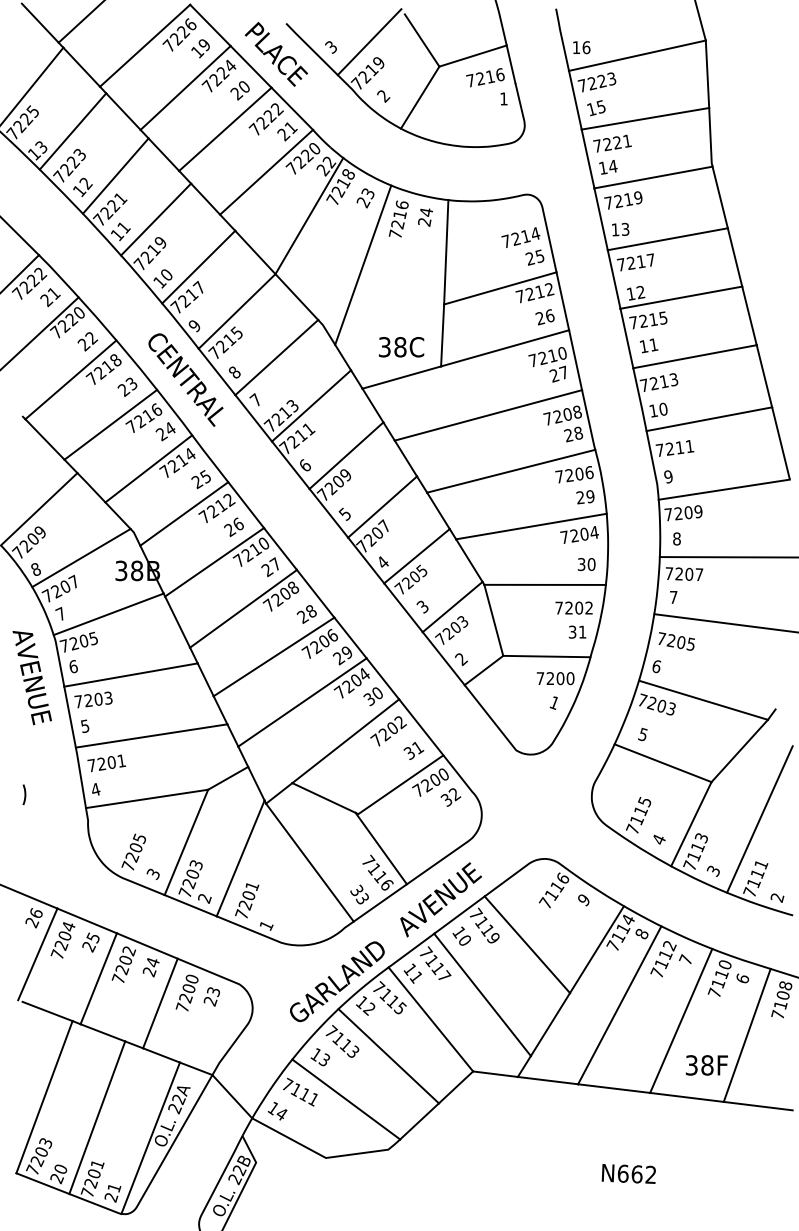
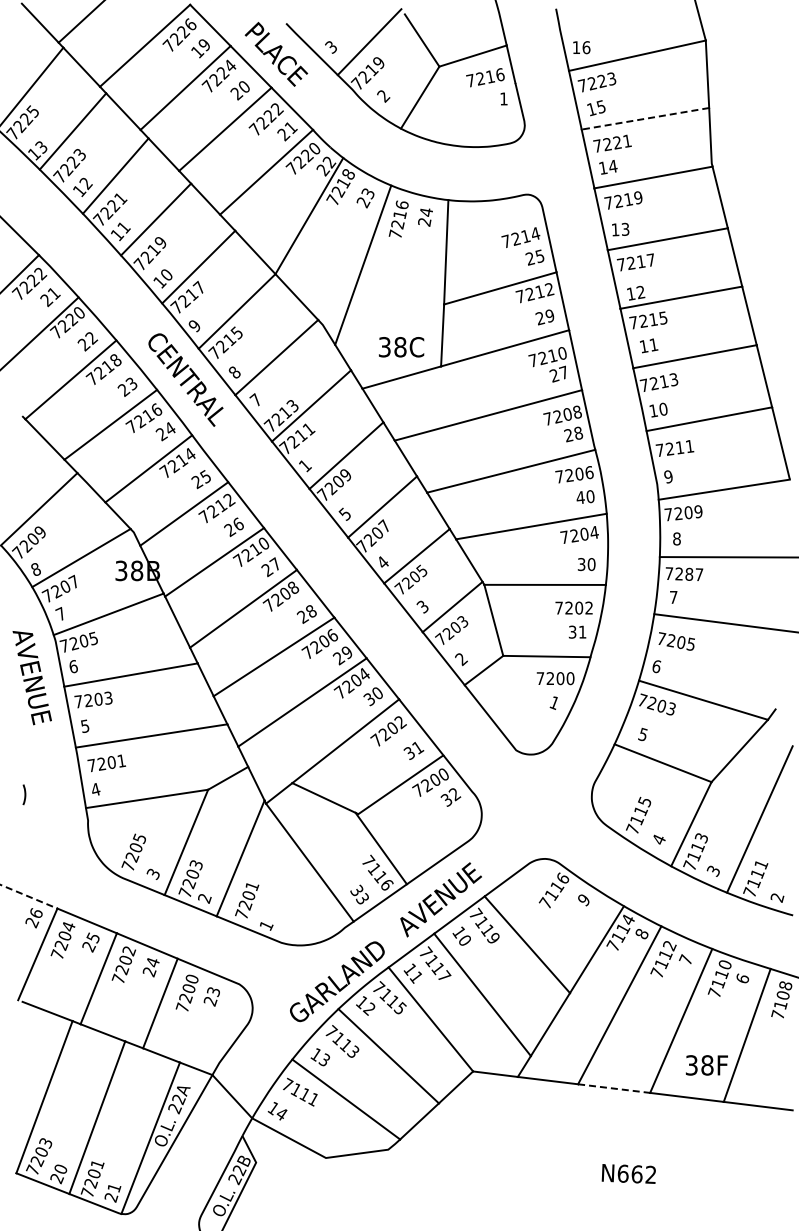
line at (645, 118): solid -> dashed
text at (549, 315): 26 -> 29
text at (305, 465): 6 -> 1
text at (585, 497): 29 -> 40
text at (689, 574): 7207 -> 7287
line at (28, 896): solid -> dashed
line at (614, 1088): solid -> dashed
